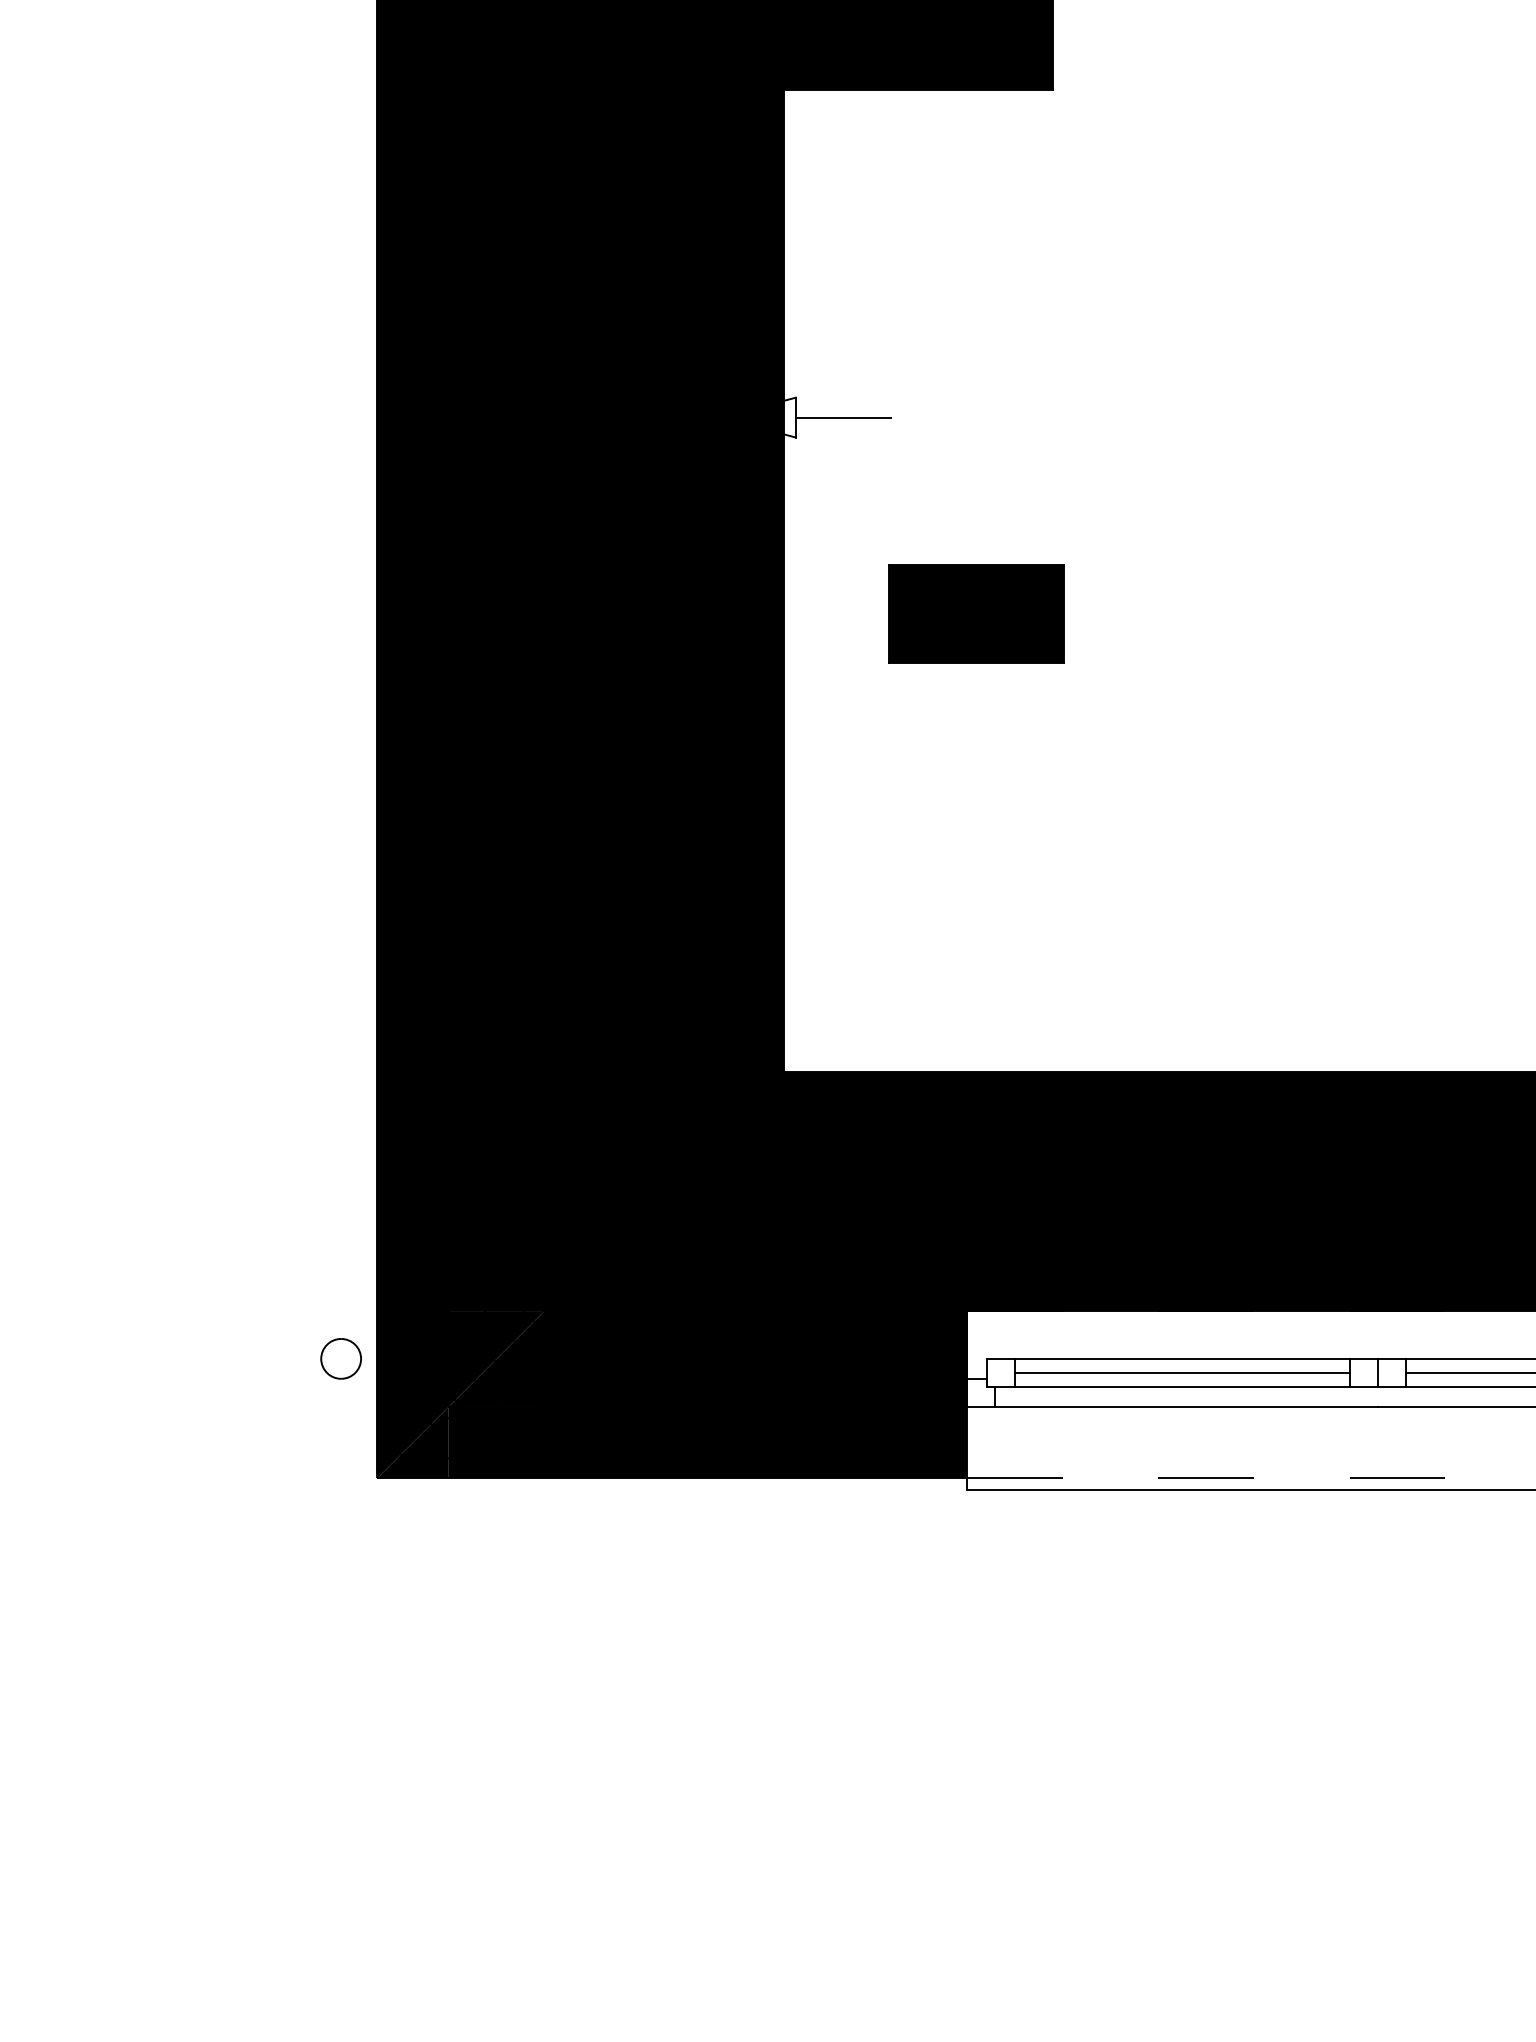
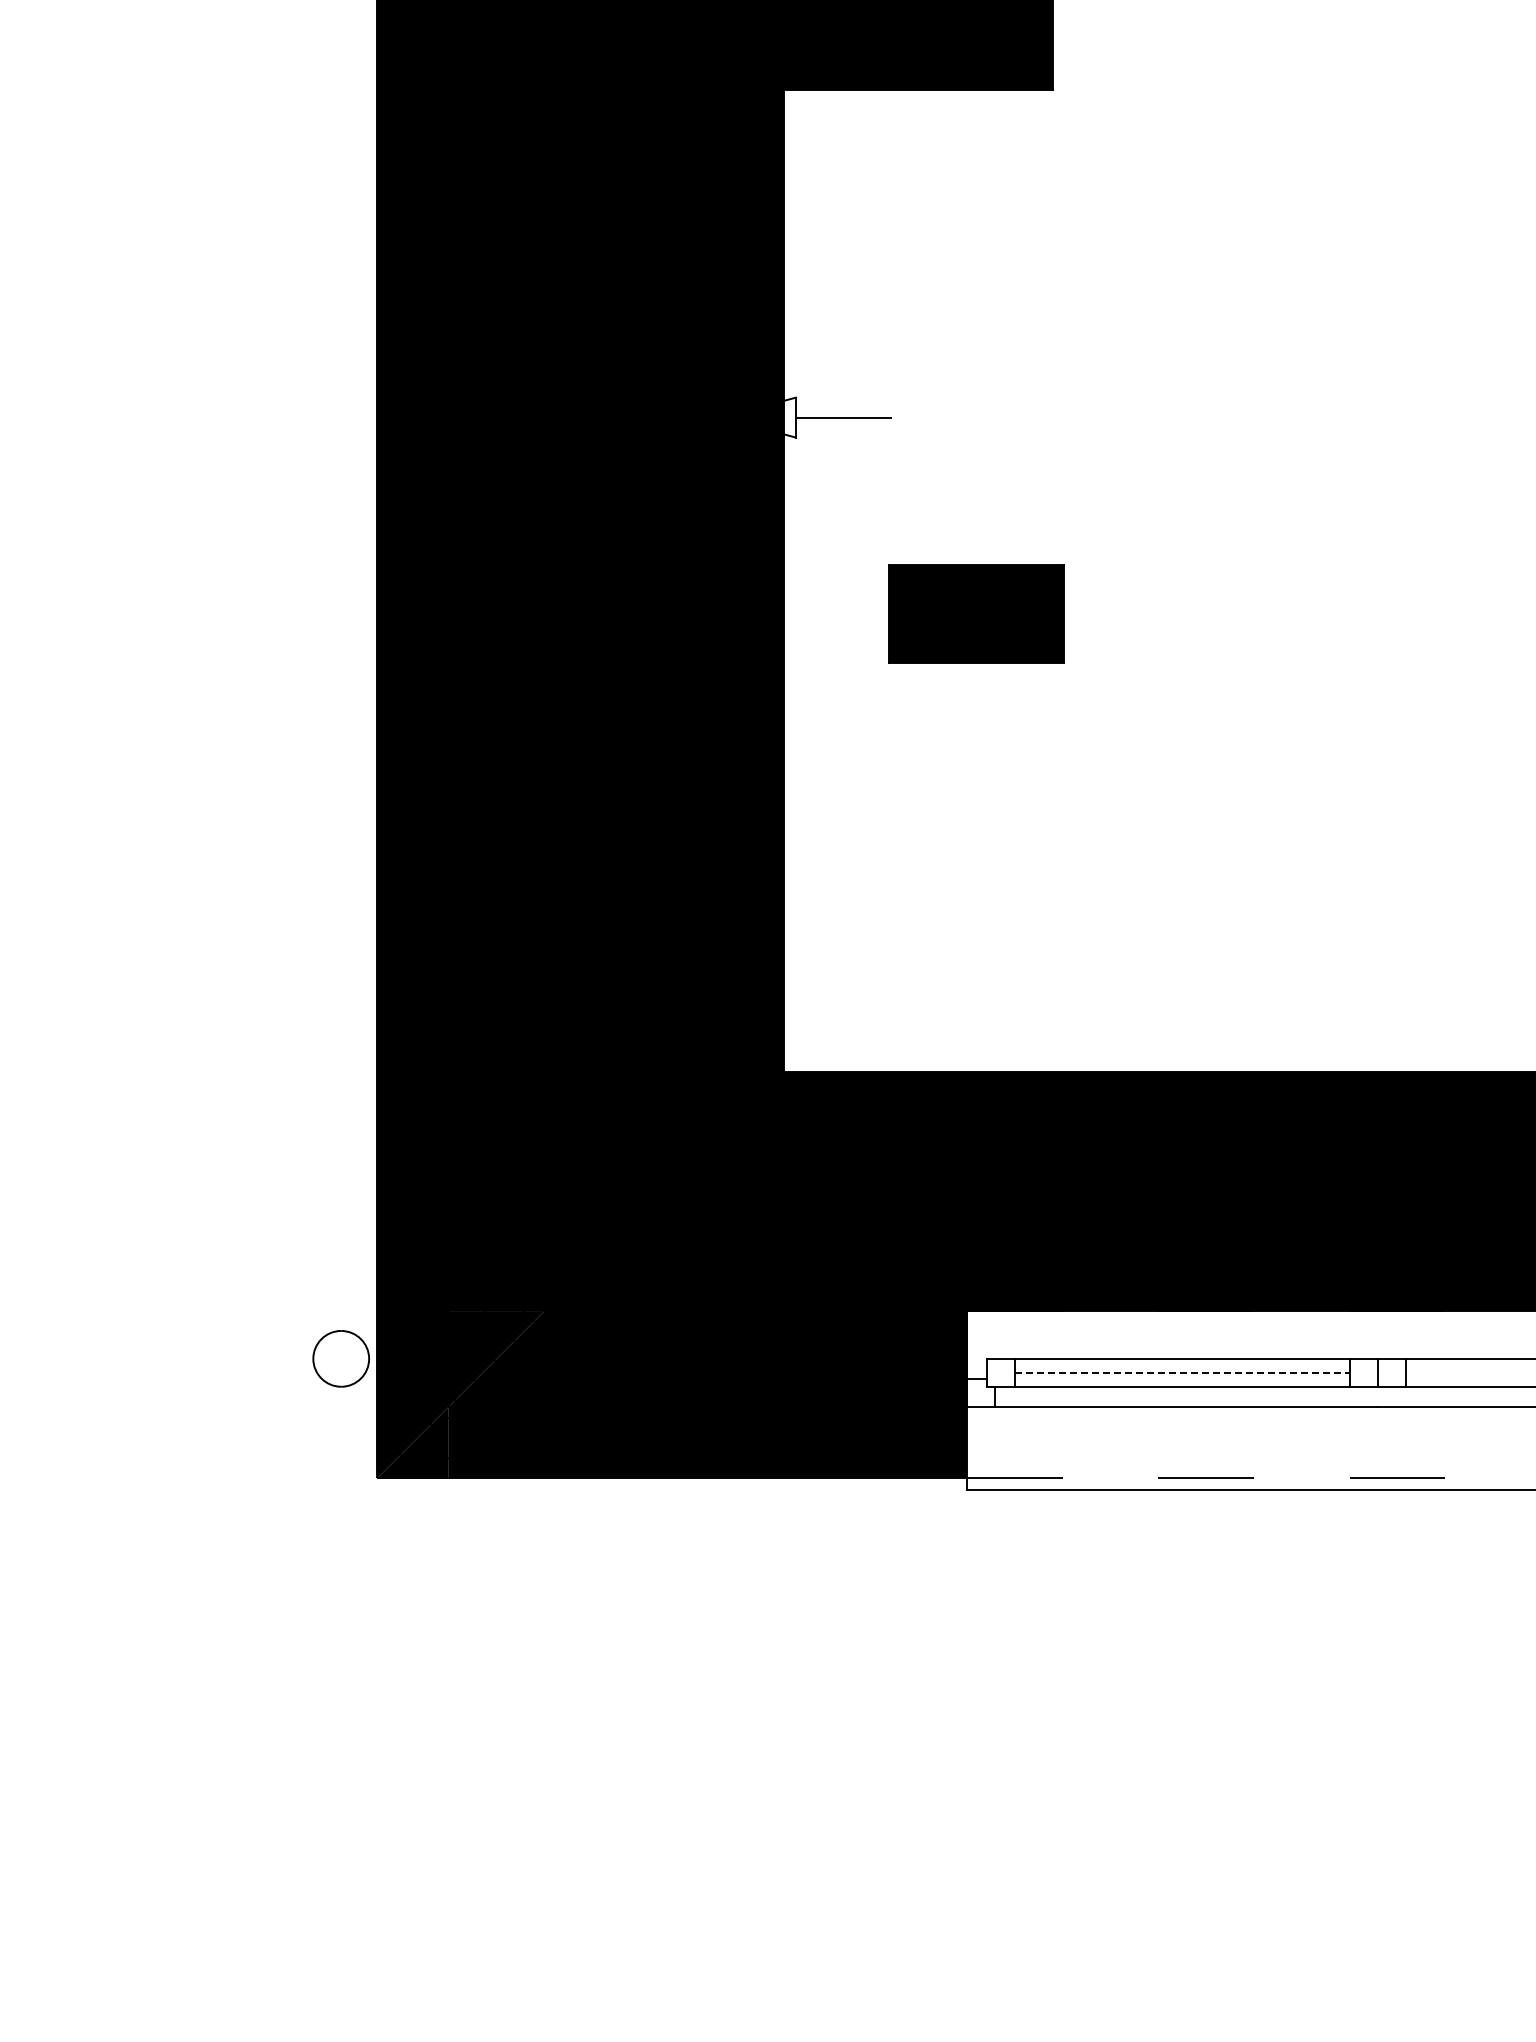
part at (340, 1358) size: 42x42 px -> 58x58 px
line at (1182, 1372): solid -> dashed
line at (1468, 1372): present -> none
